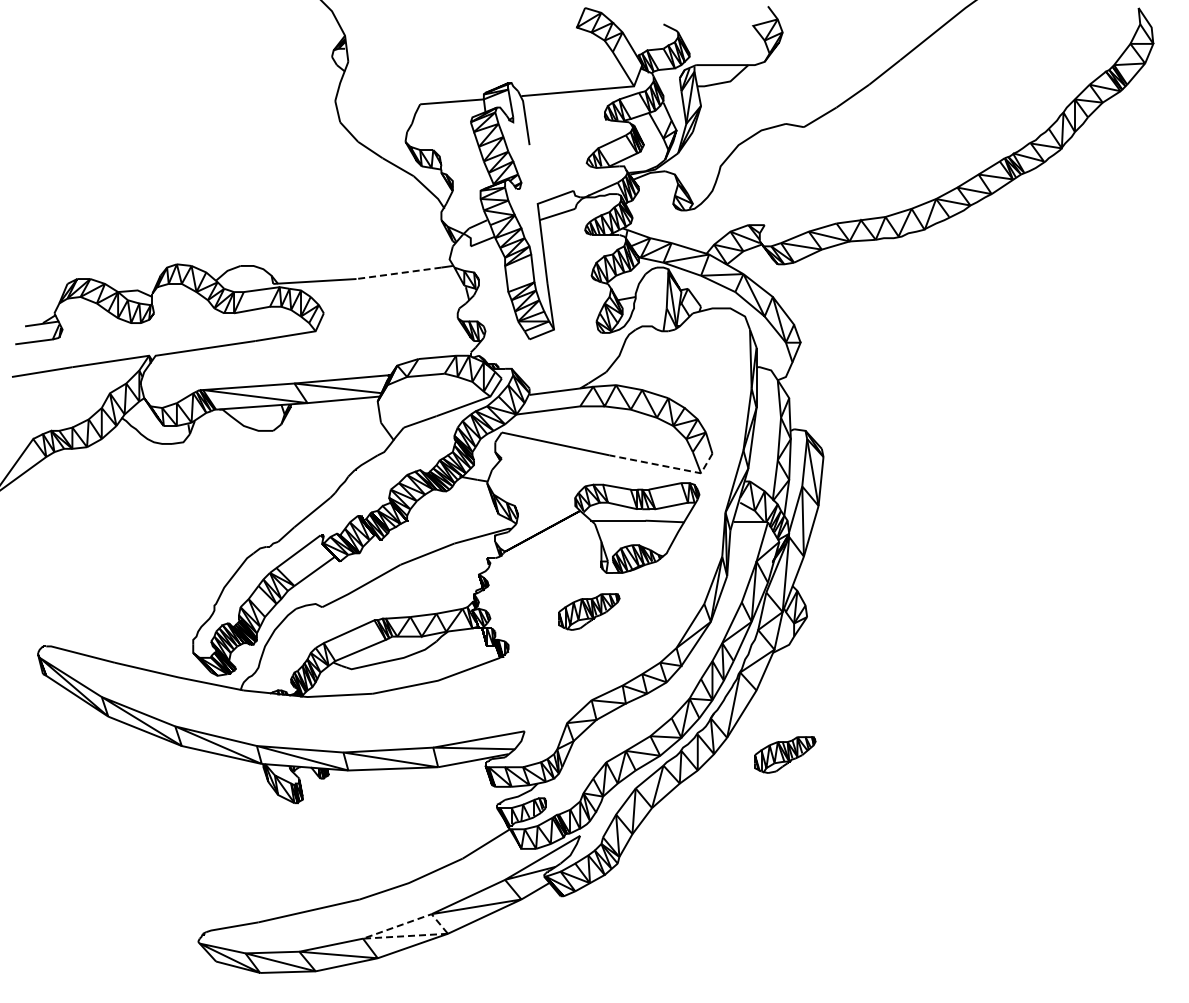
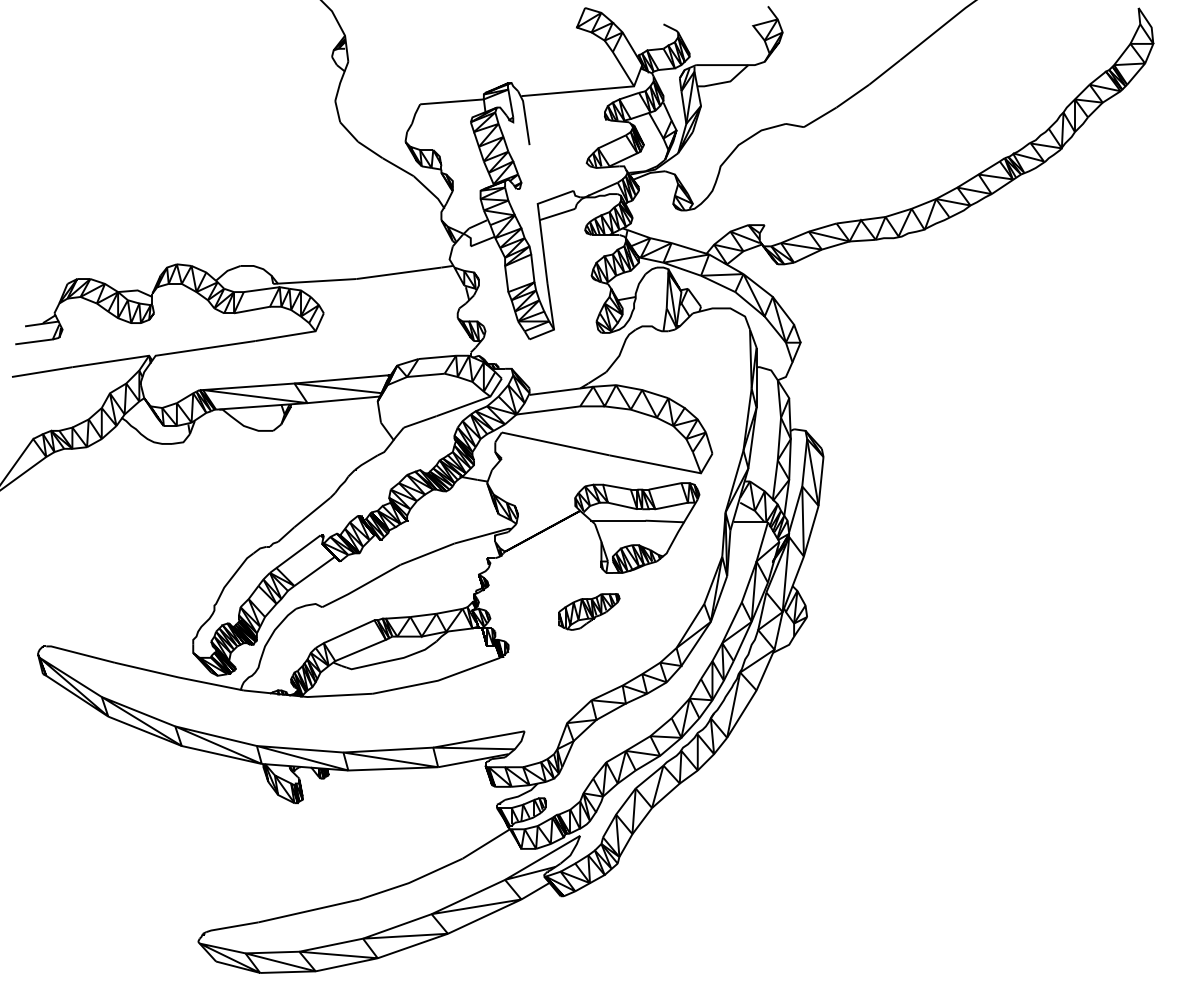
line at (398, 273): dashed -> solid
line at (666, 466): dashed -> solid
part at (785, 754): present -> none
line at (369, 936): dashed -> solid
